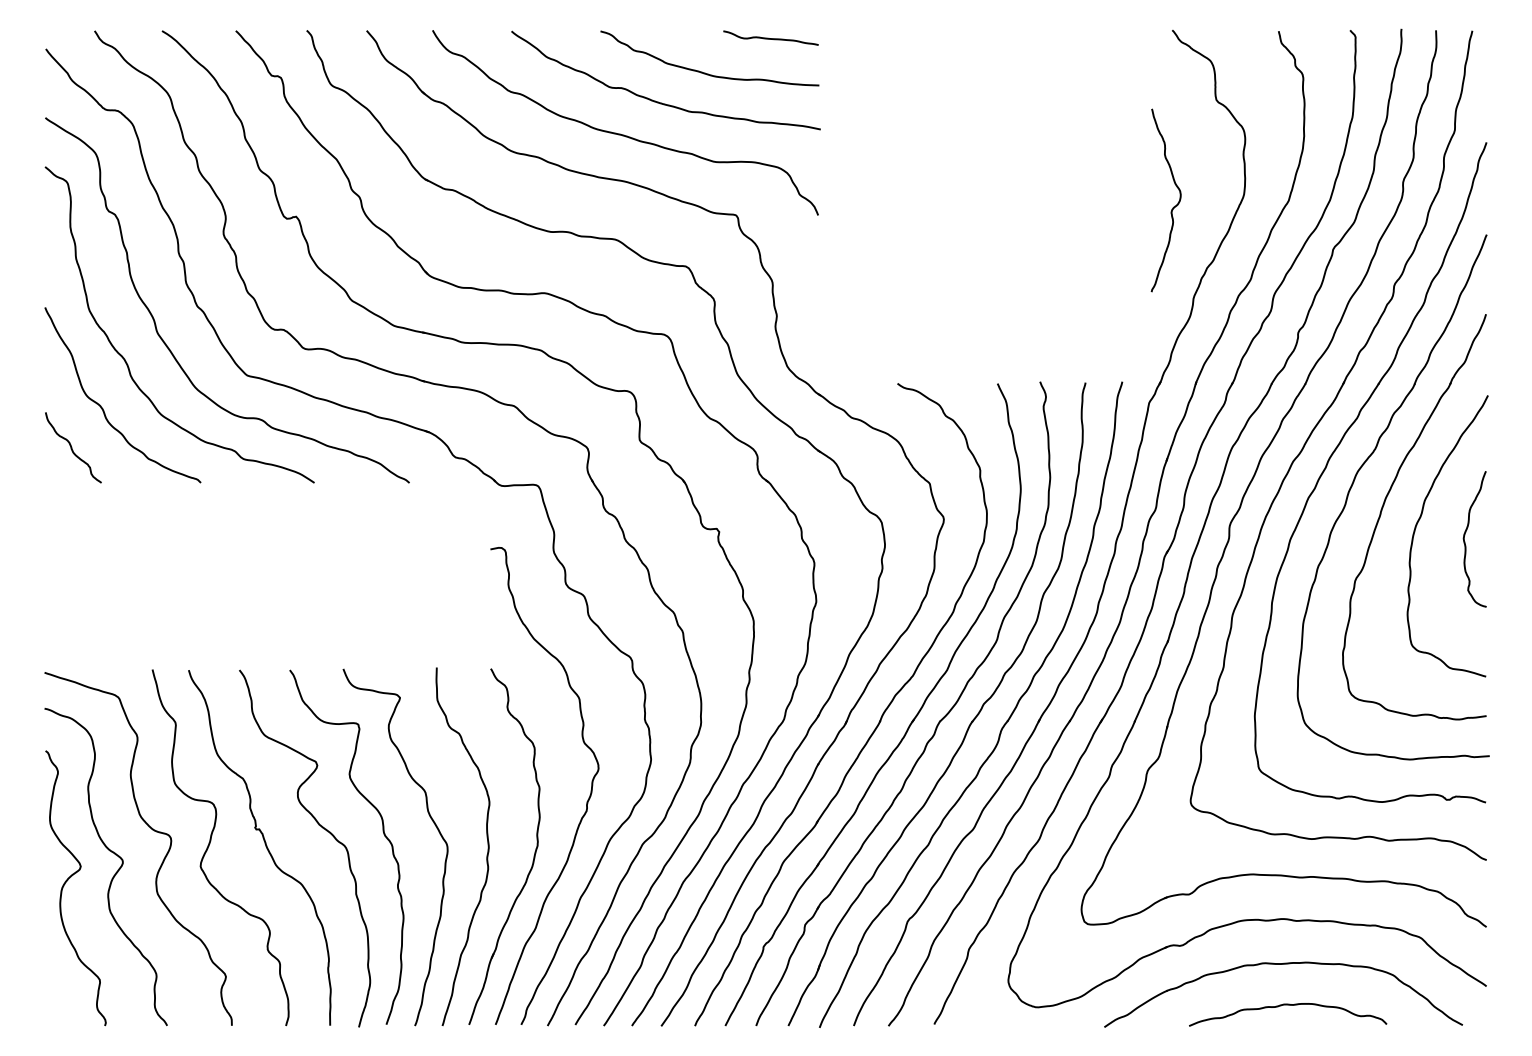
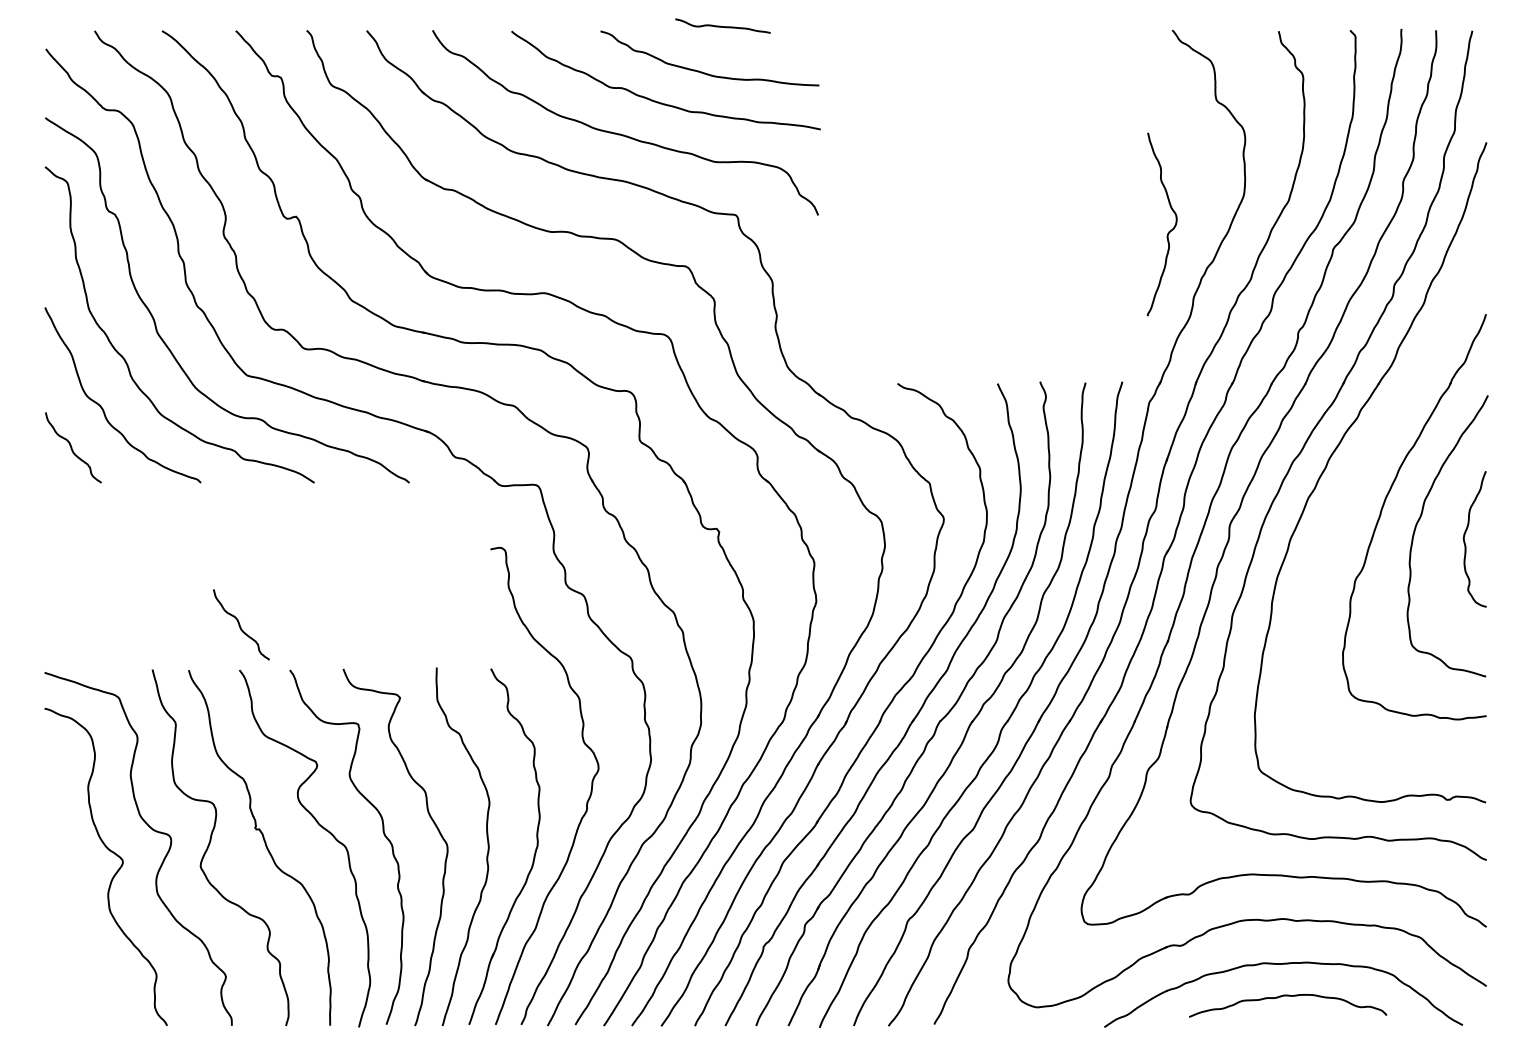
curve at (770, 38) position: (770, 38) -> (722, 26)
curve at (1172, 207) position: (1172, 207) -> (1168, 231)
part at (1354, 482): present -> none
curve at (240, 624): none -> present
curve at (68, 880): present -> none
curve at (1288, 1005) position: (1288, 1005) -> (1288, 996)
